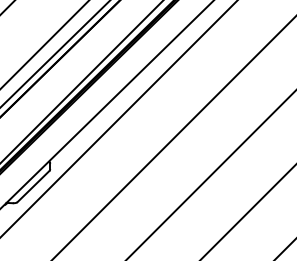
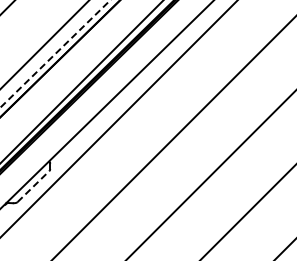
line at (55, 54): solid -> dashed
line at (33, 186): solid -> dashed
